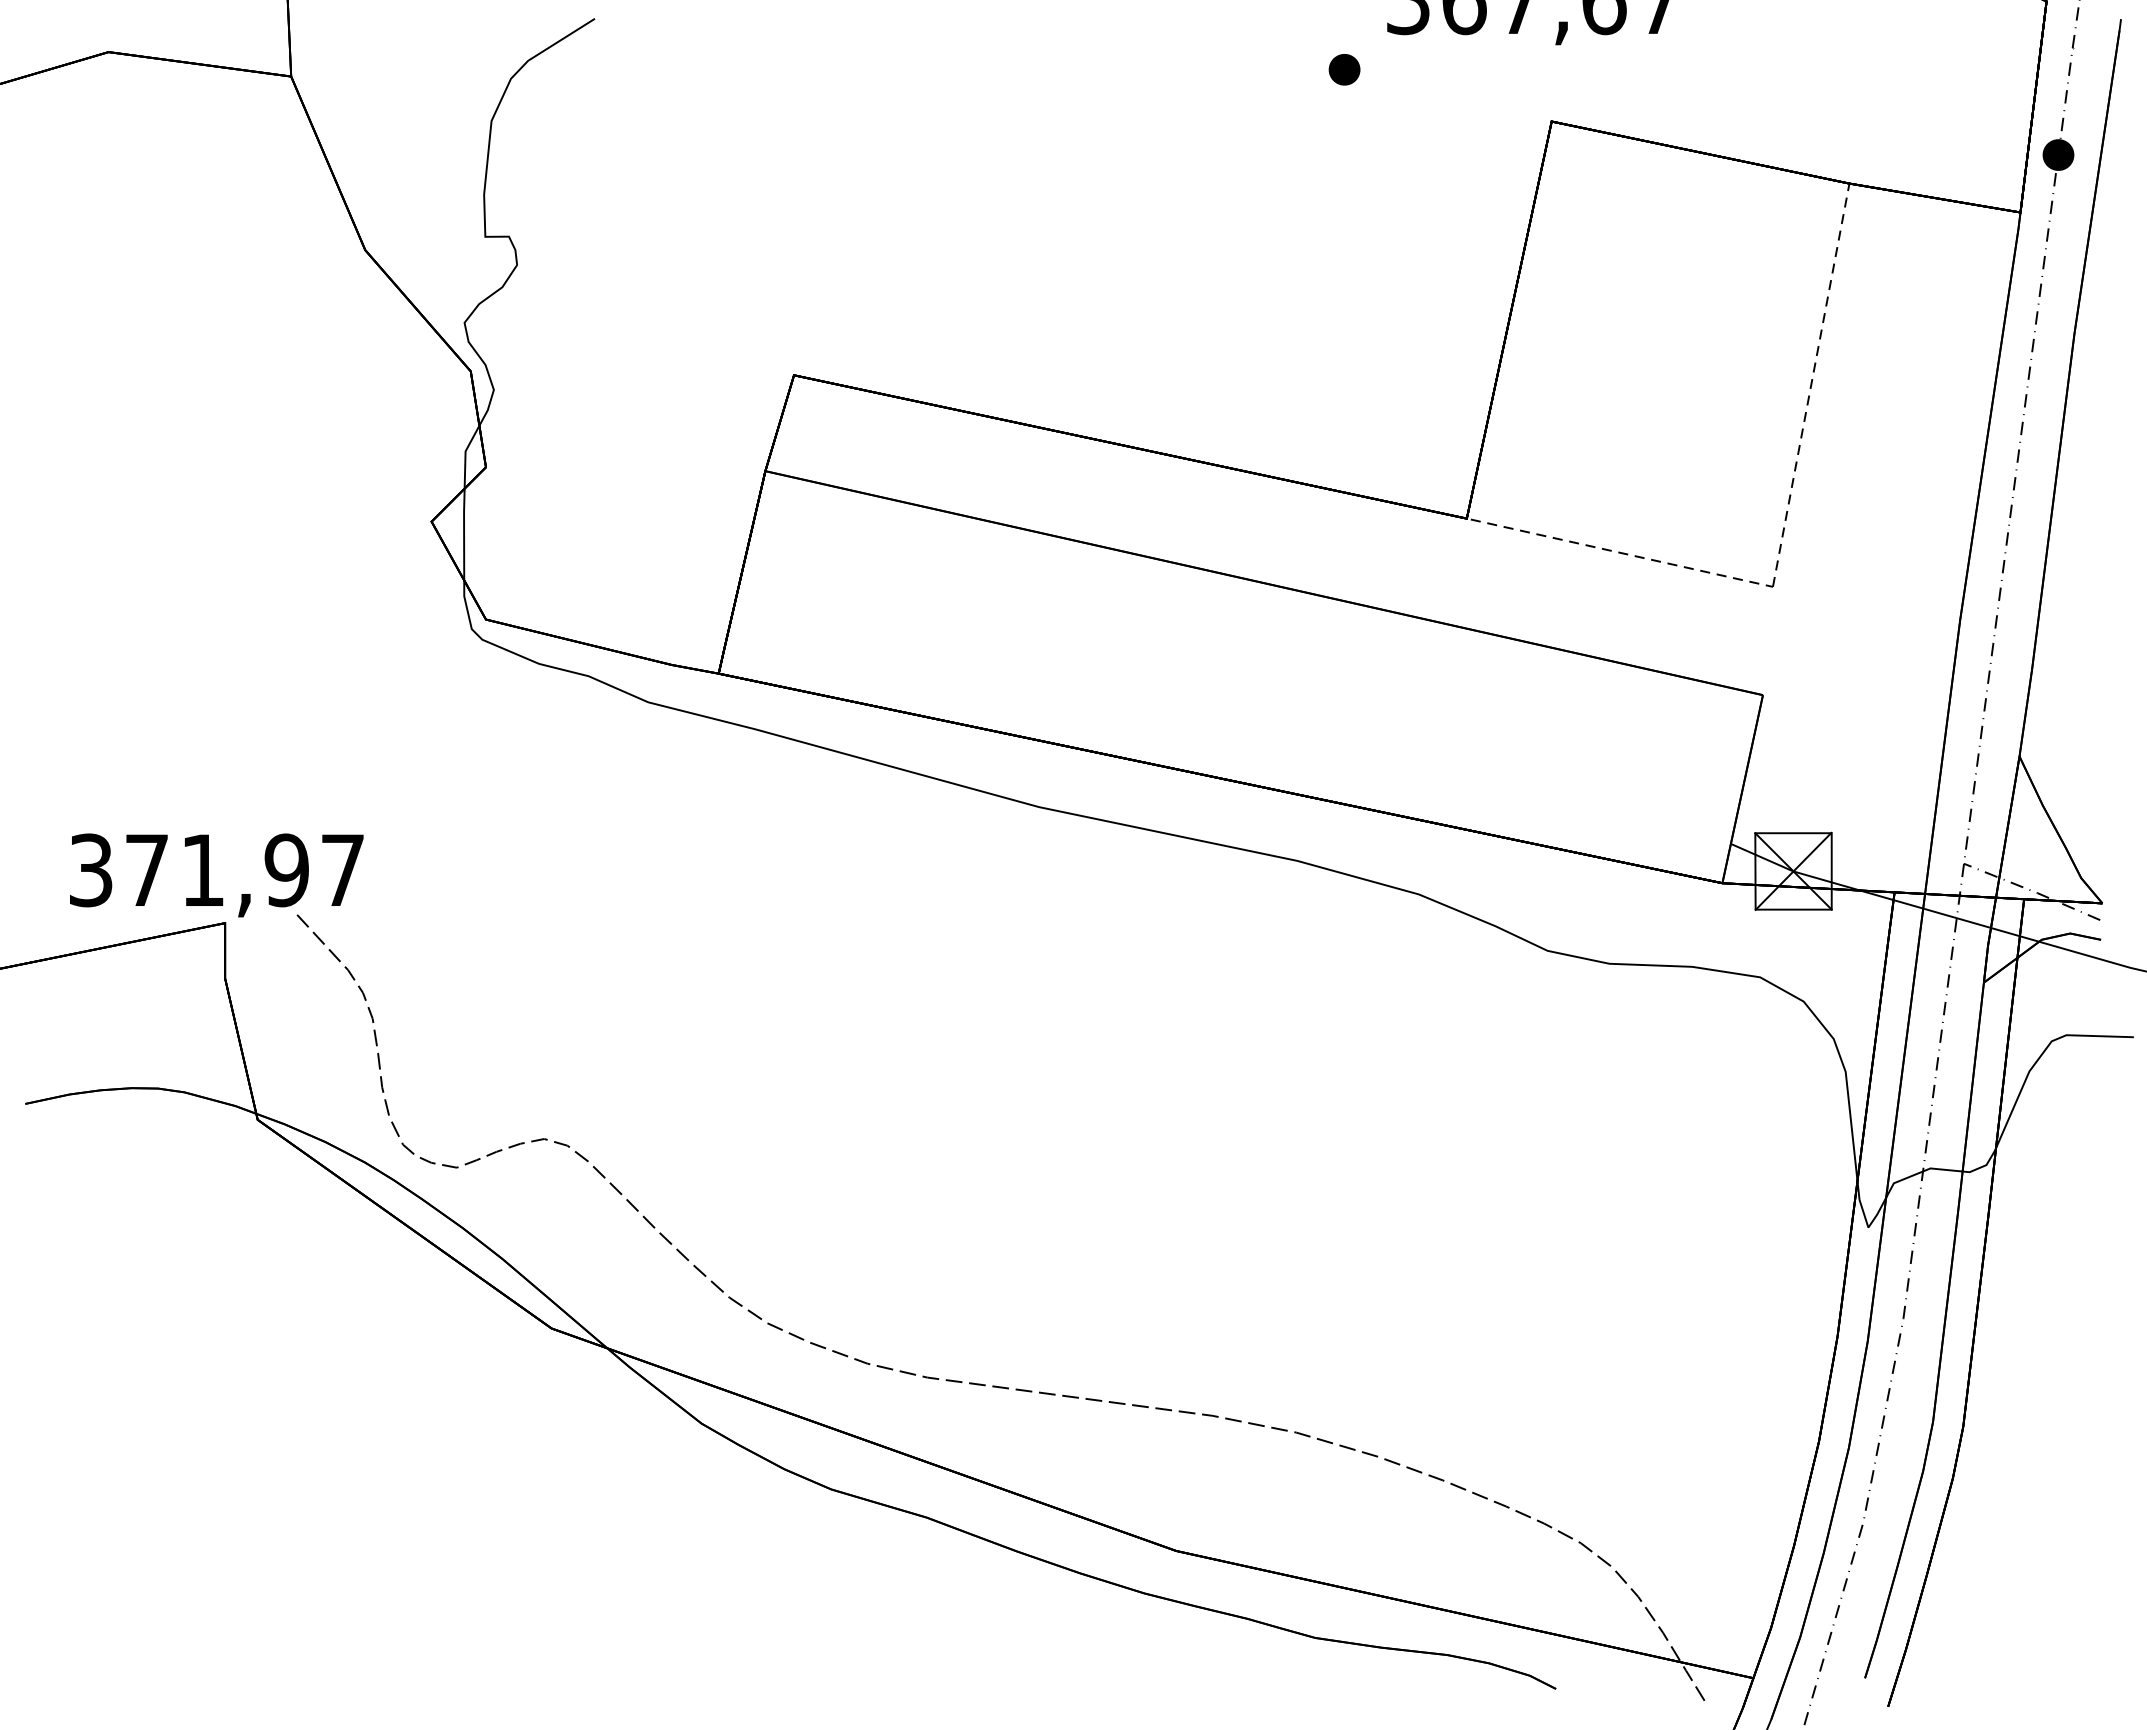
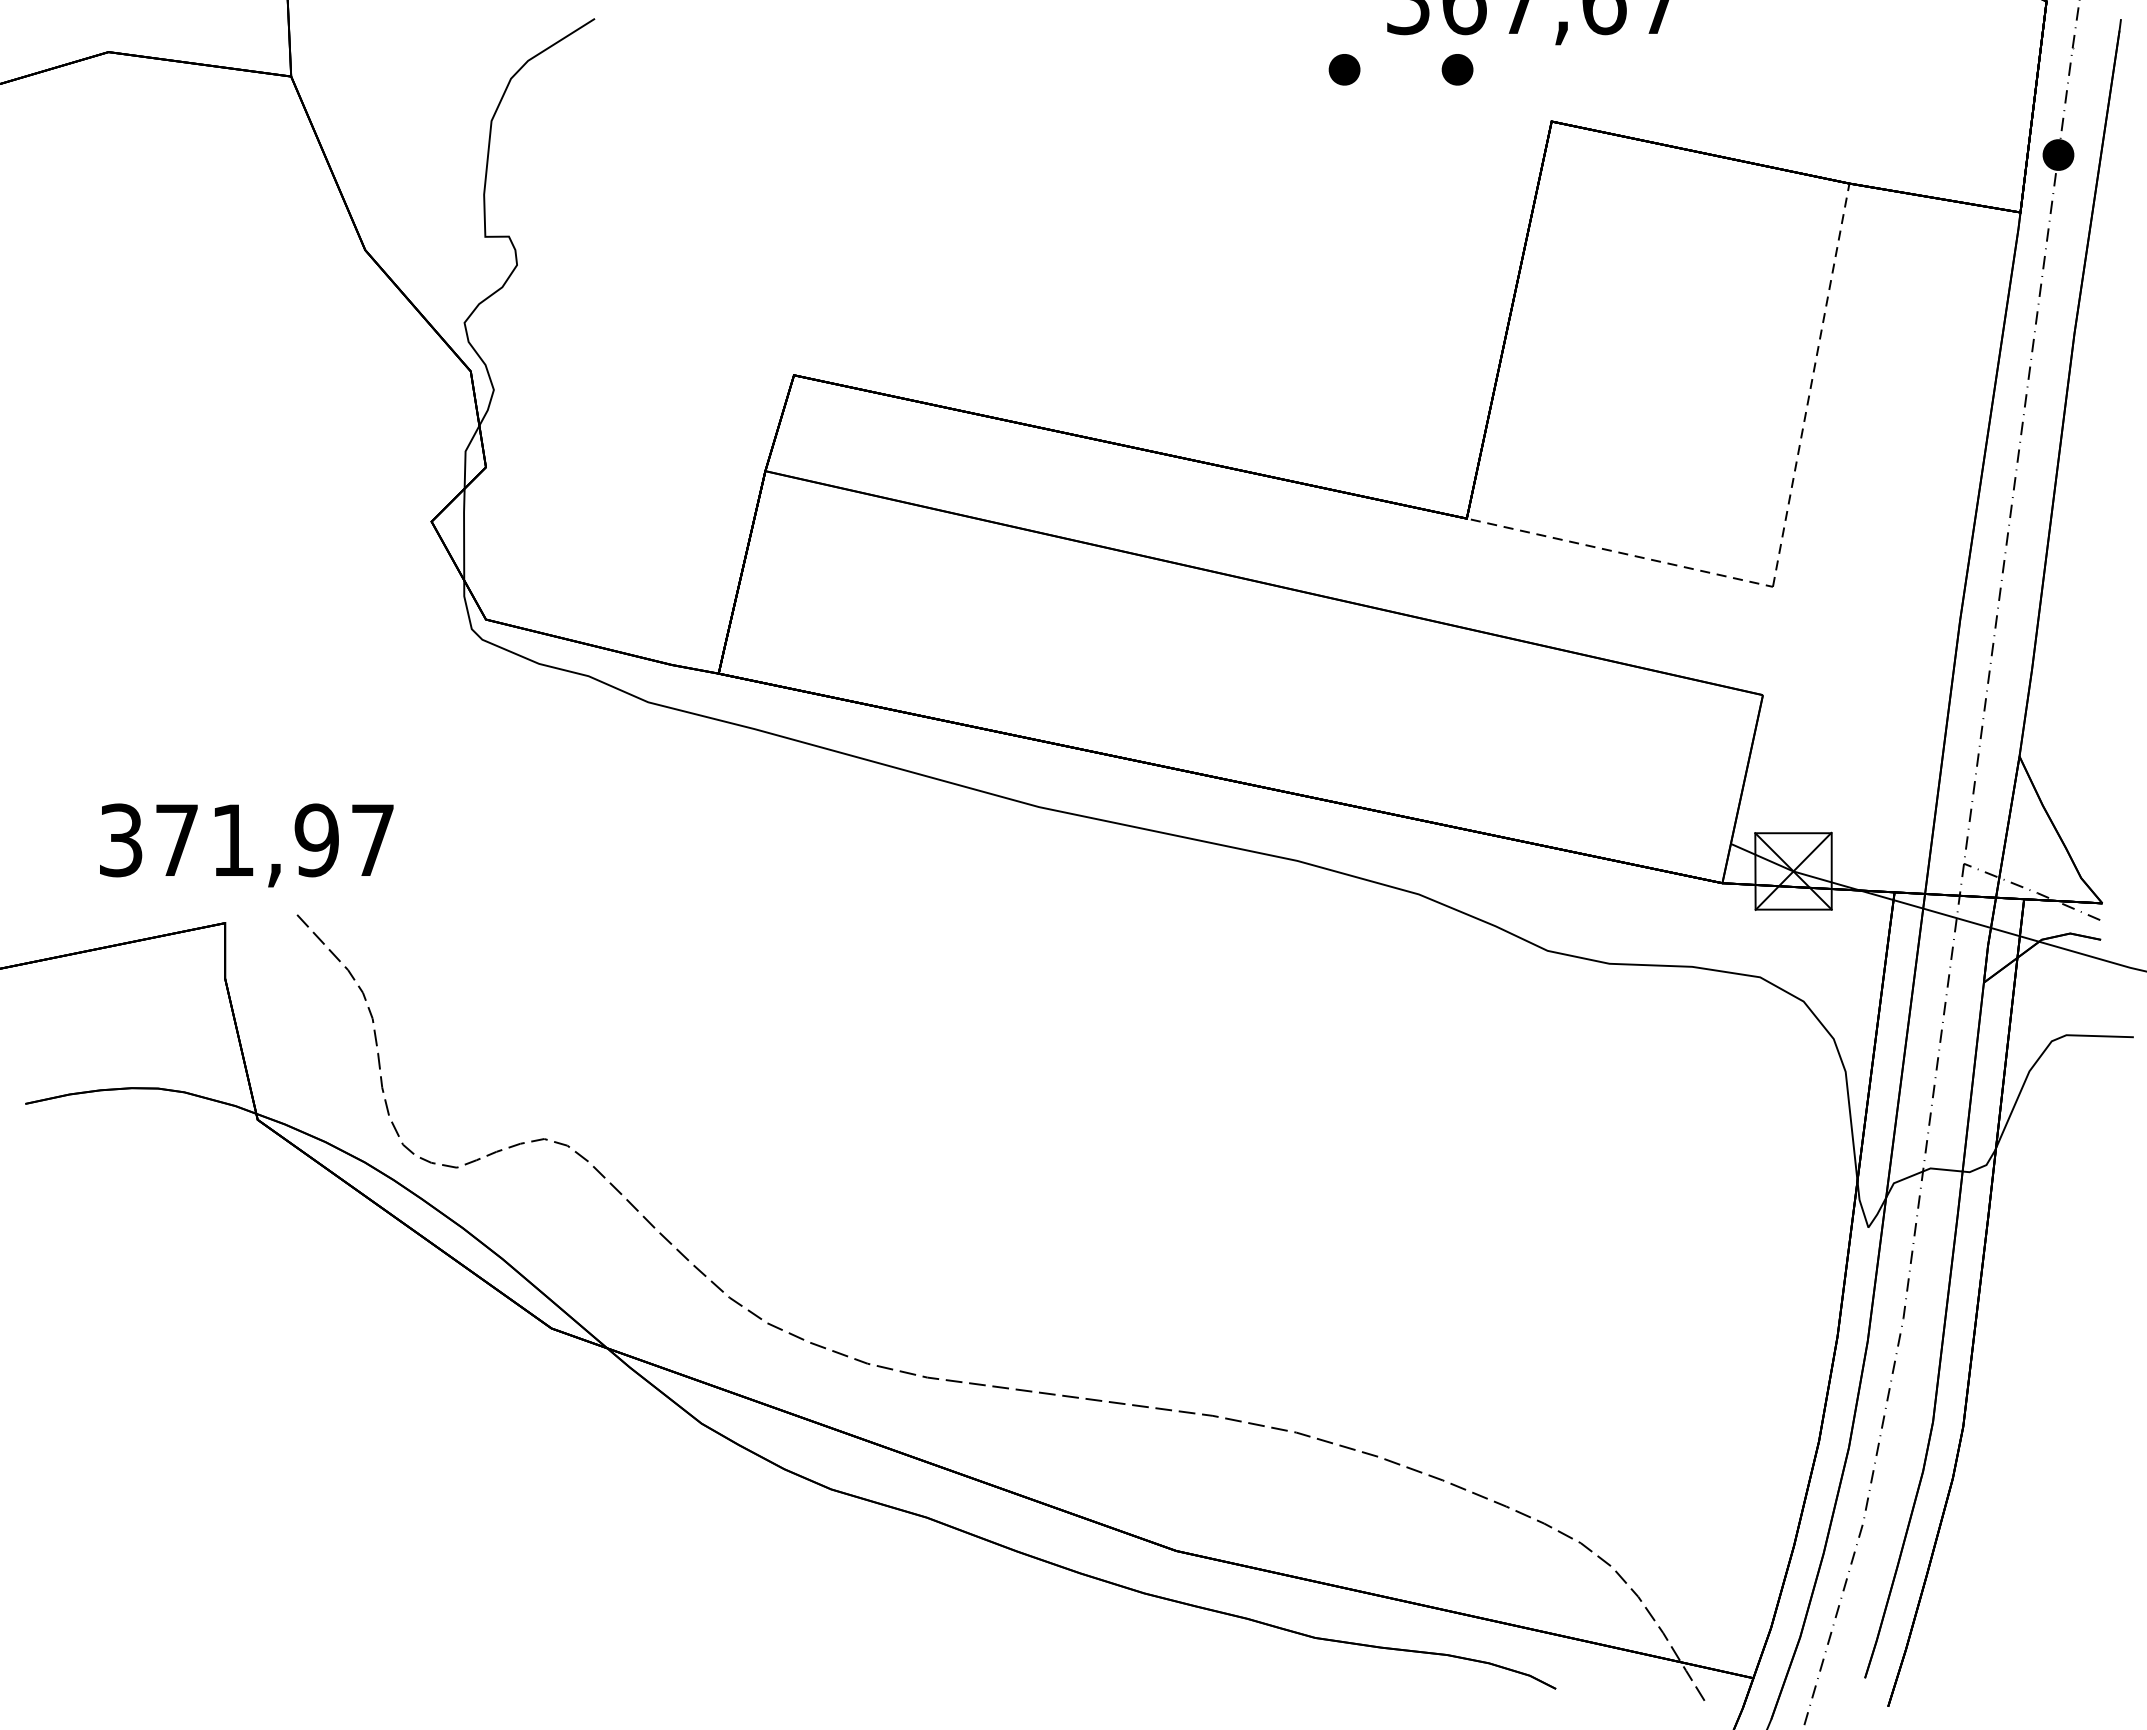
part at (1457, 69): none -> present
text at (216, 875) position: (216, 875) -> (246, 845)
